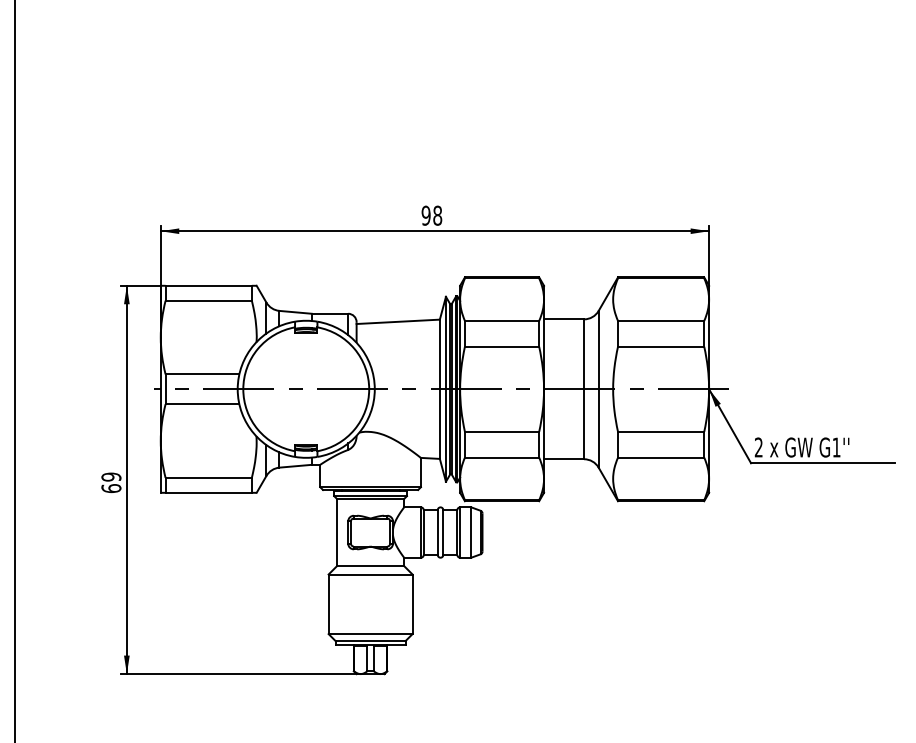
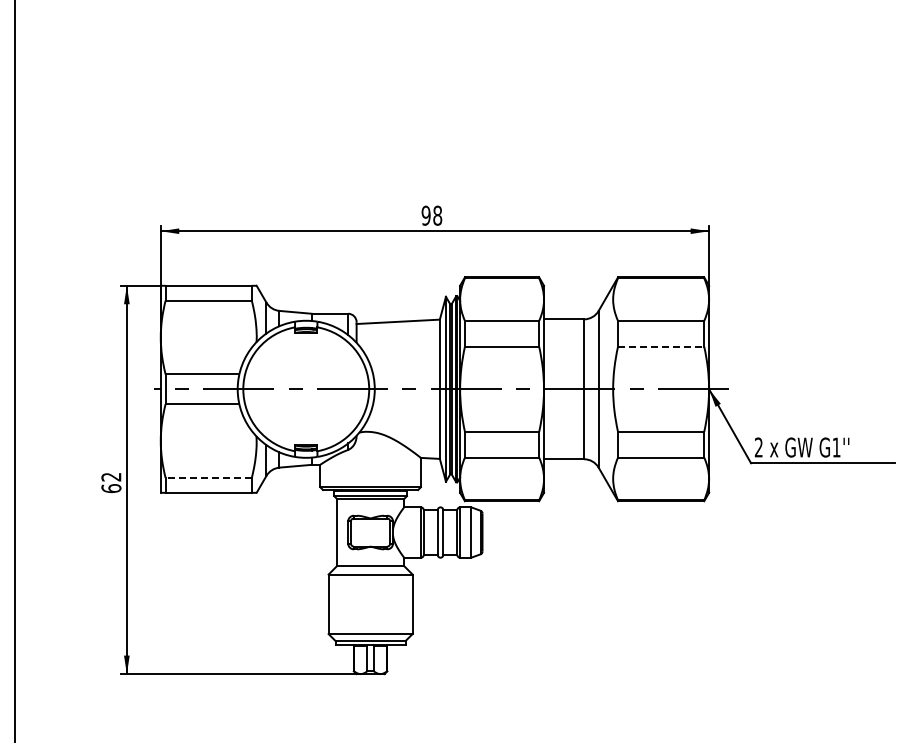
line at (661, 346): solid -> dashed
text at (111, 476): 69 -> 62
line at (208, 477): solid -> dashed
